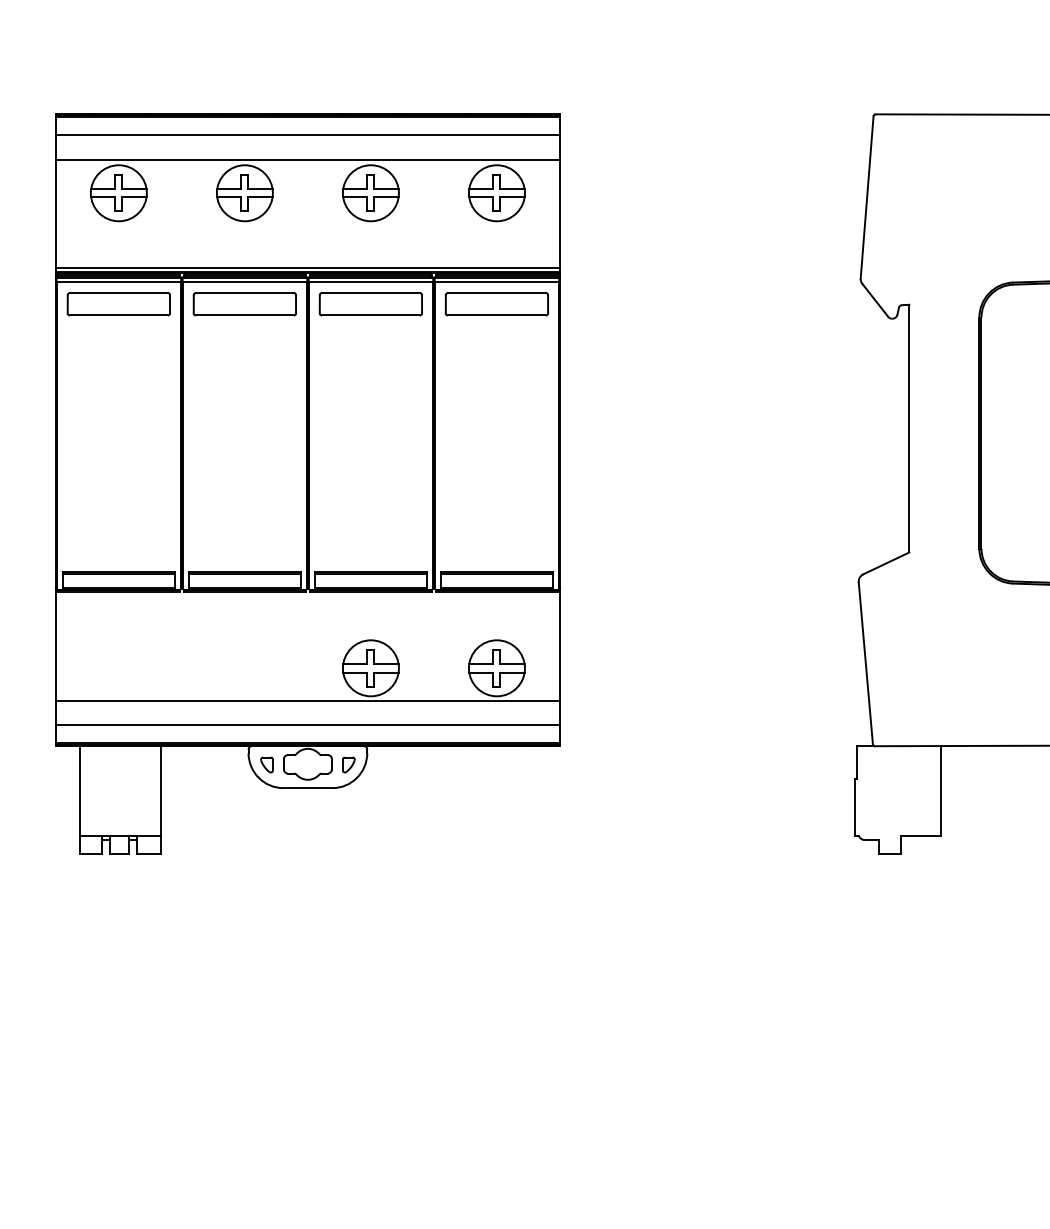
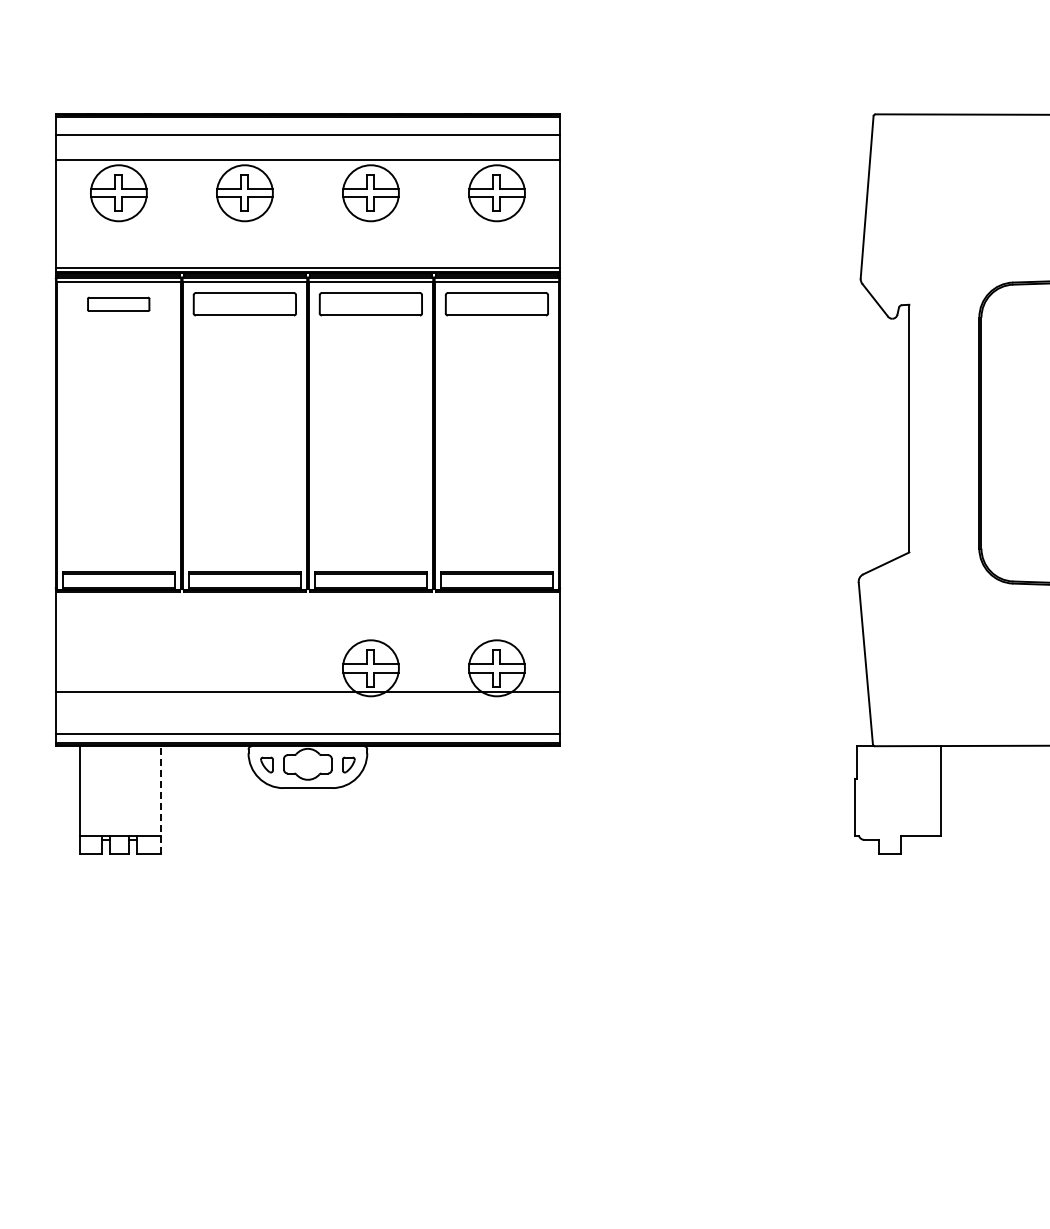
part at (118, 304) size: 105x25 px -> 64x16 px
line at (307, 700) position: (307, 700) -> (307, 691)
line at (307, 725) position: (307, 725) -> (307, 734)
line at (160, 799): solid -> dashed
